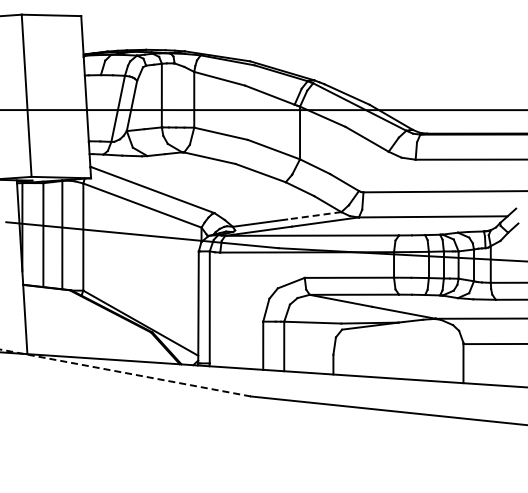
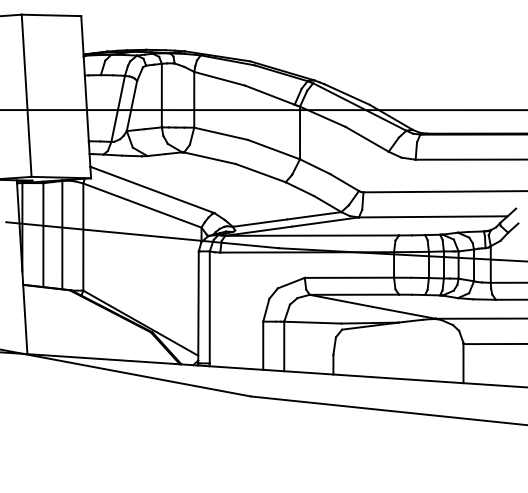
line at (313, 215): dashed -> solid
line at (125, 372): dashed -> solid
